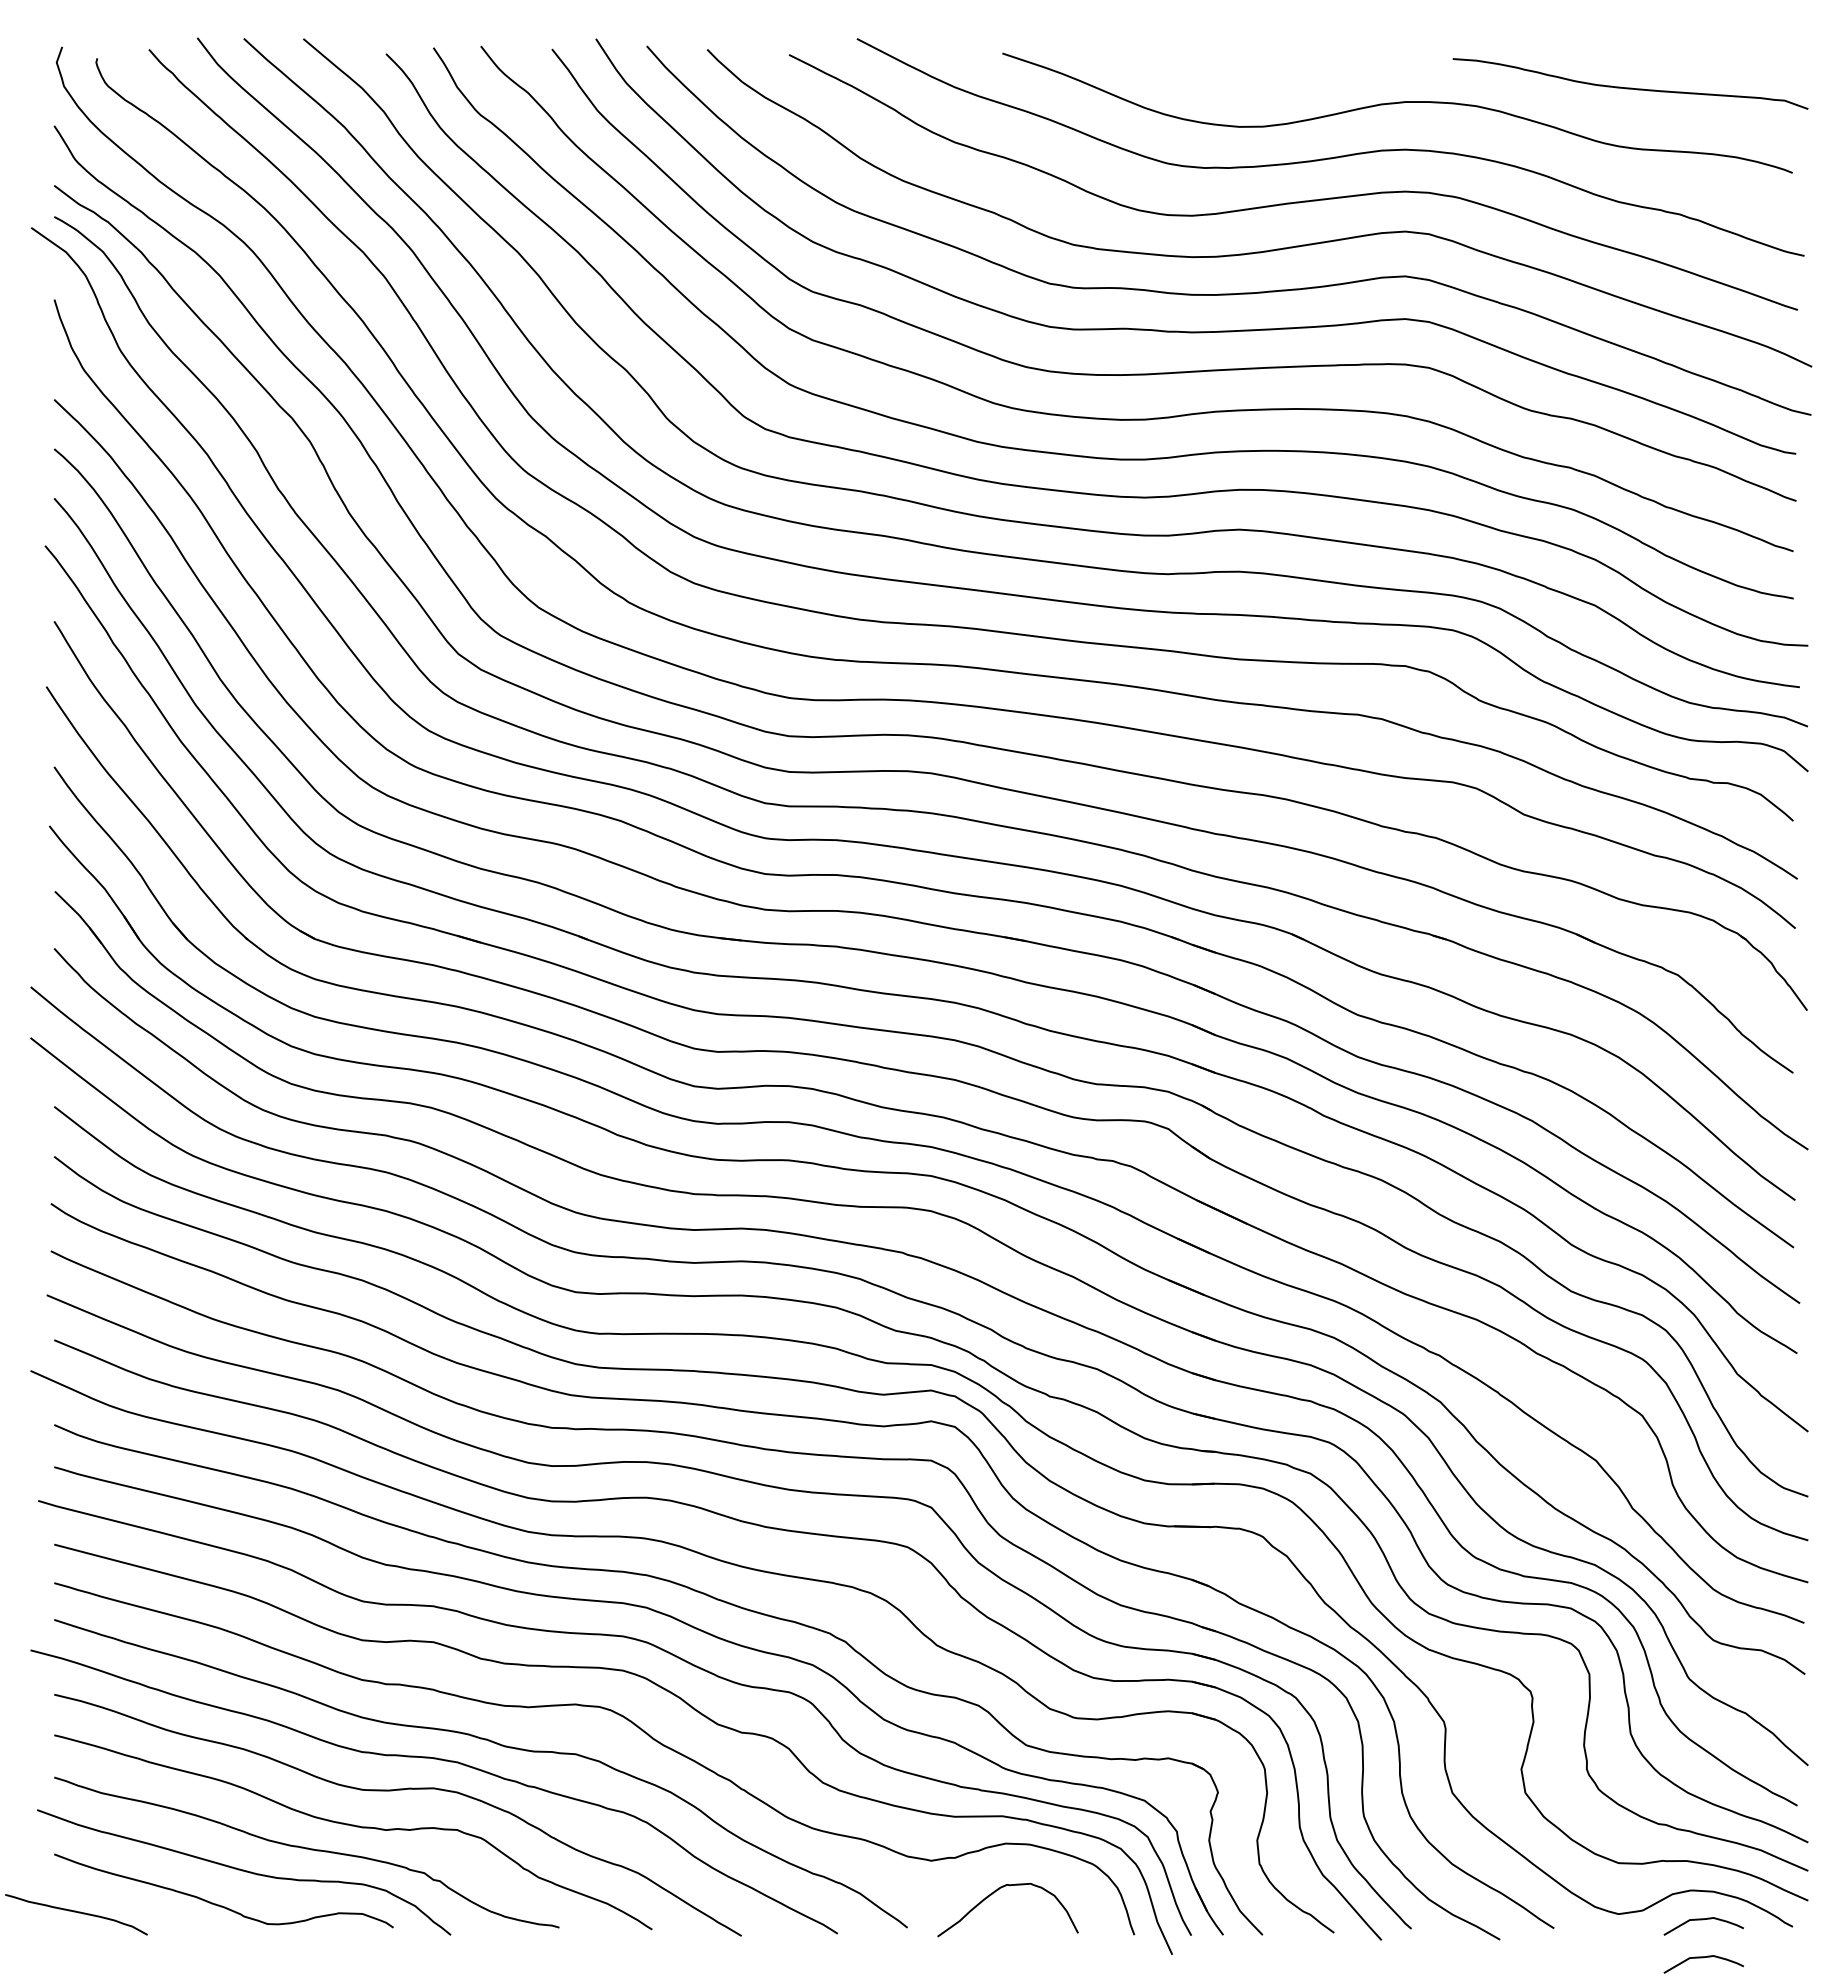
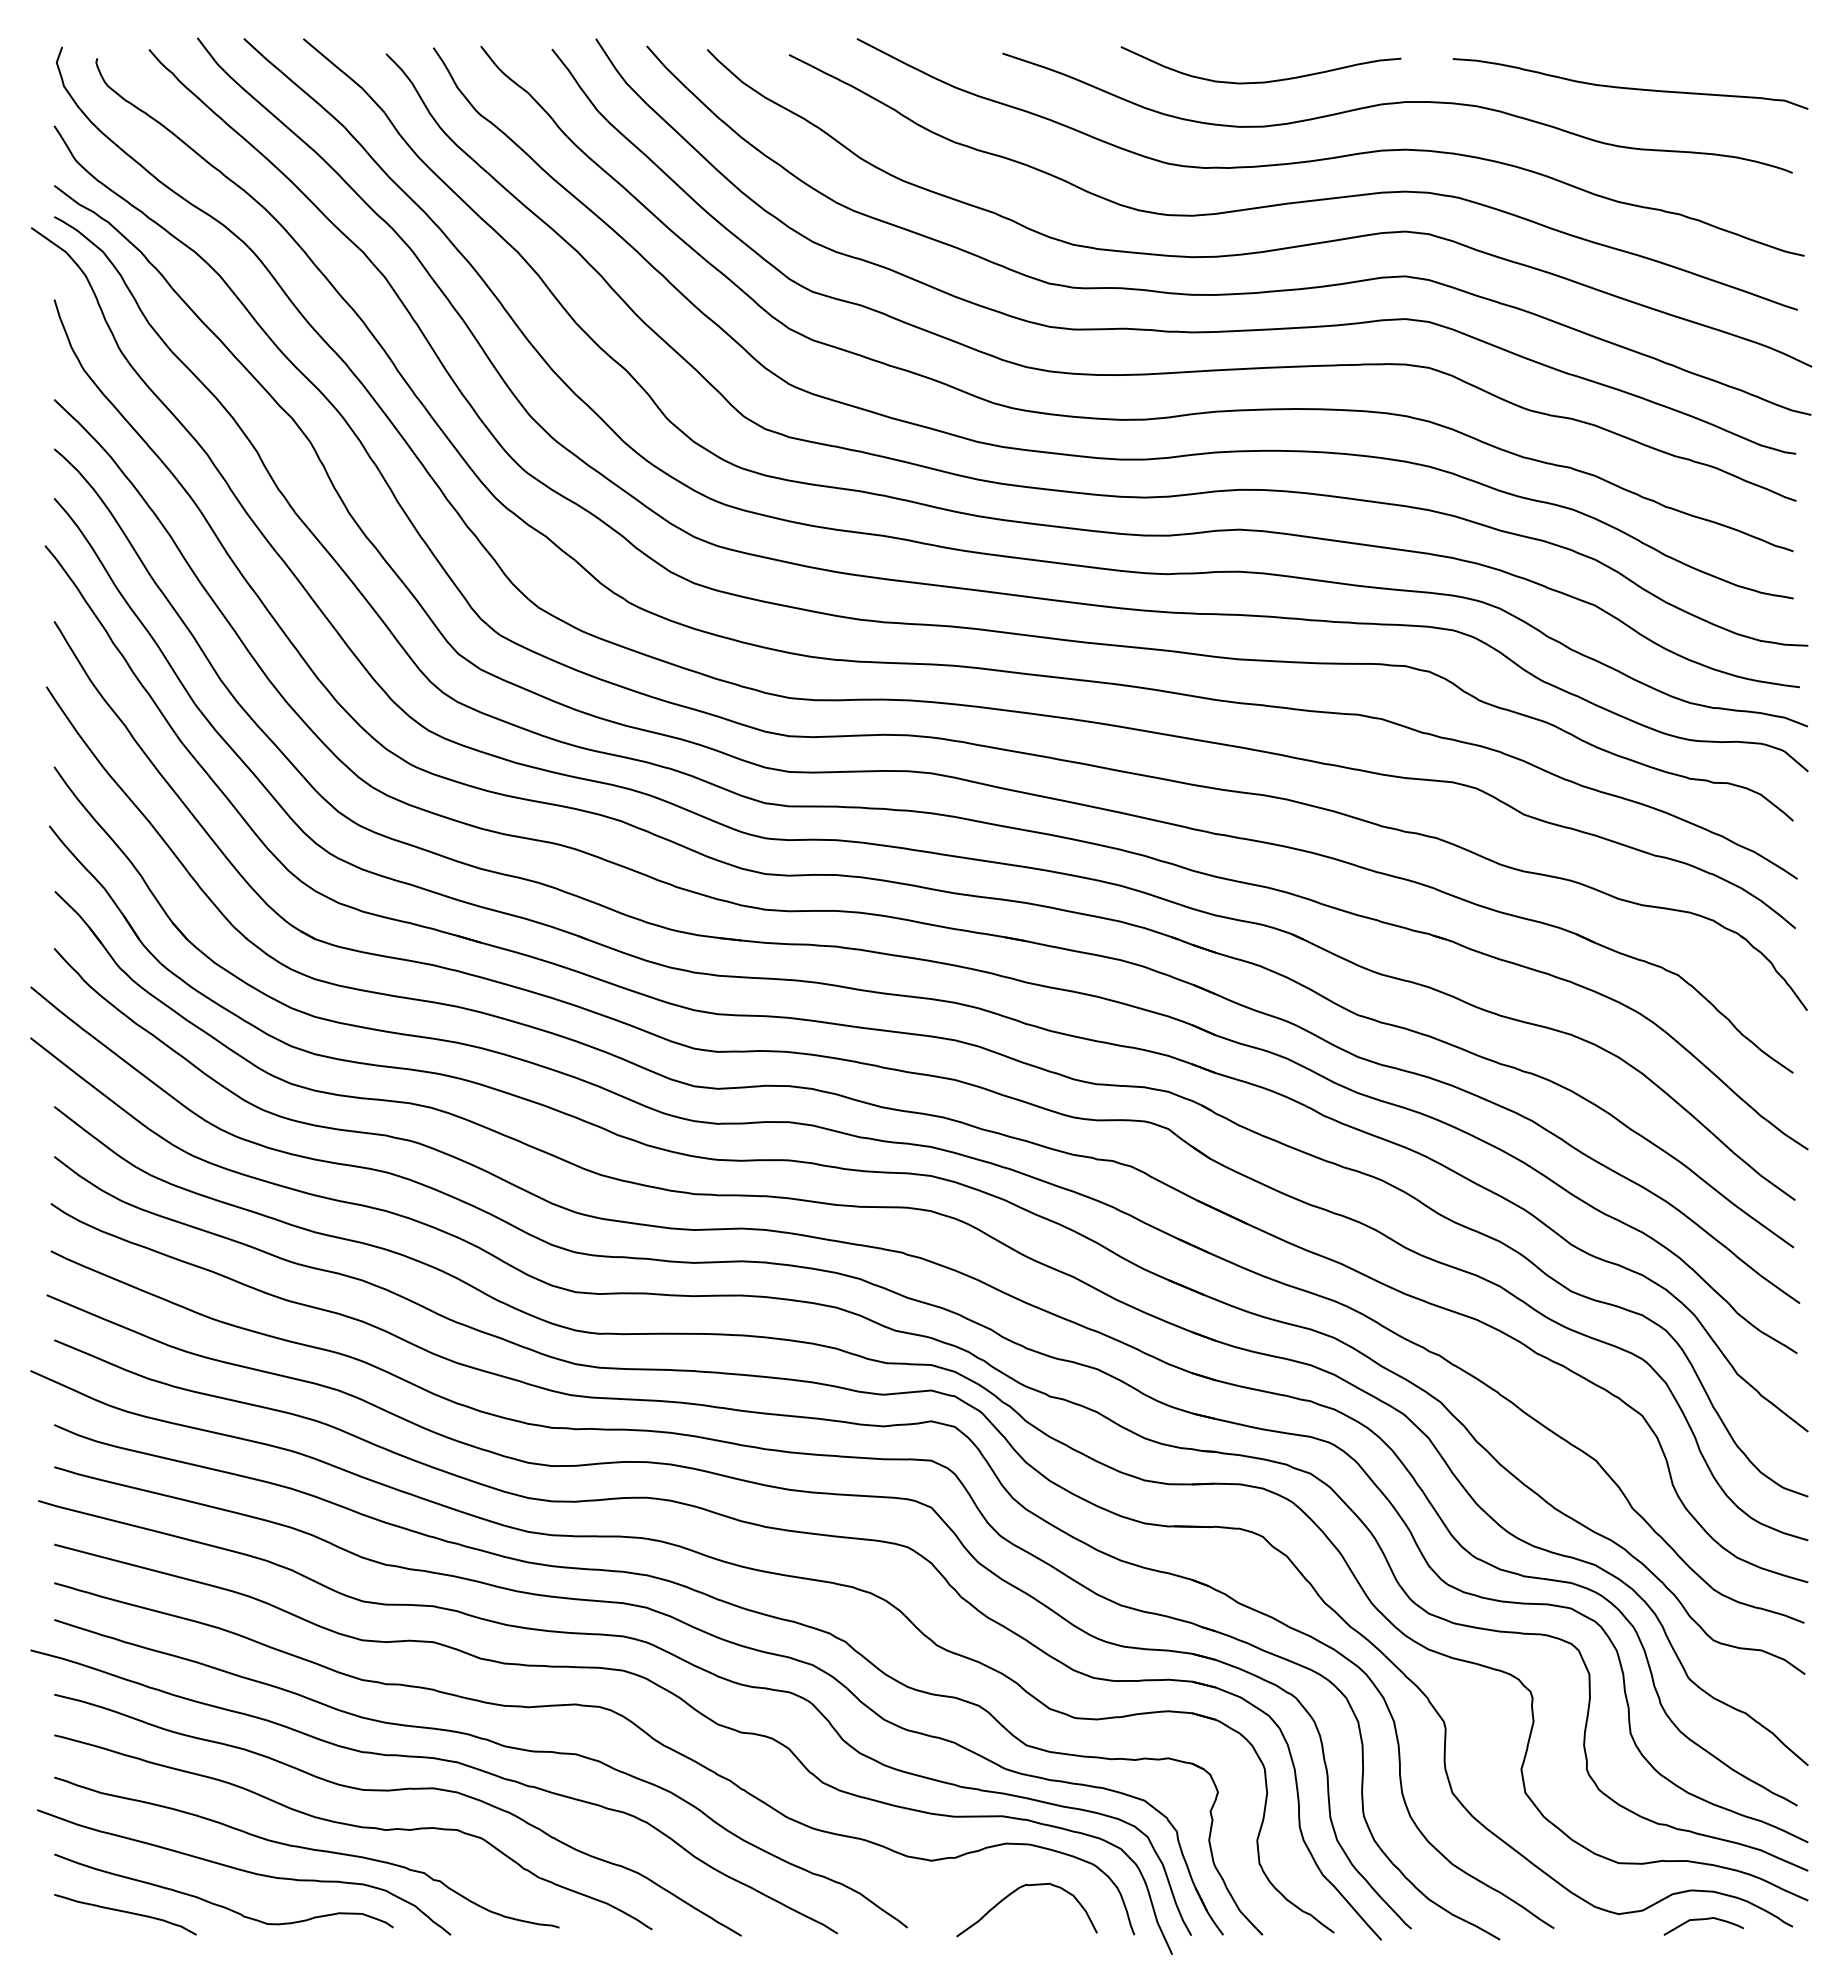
curve at (1260, 81): none -> present
curve at (994, 1893) position: (994, 1893) -> (1013, 1893)
curve at (76, 1912) position: (76, 1912) -> (125, 1912)
curve at (1703, 1958): present -> none
